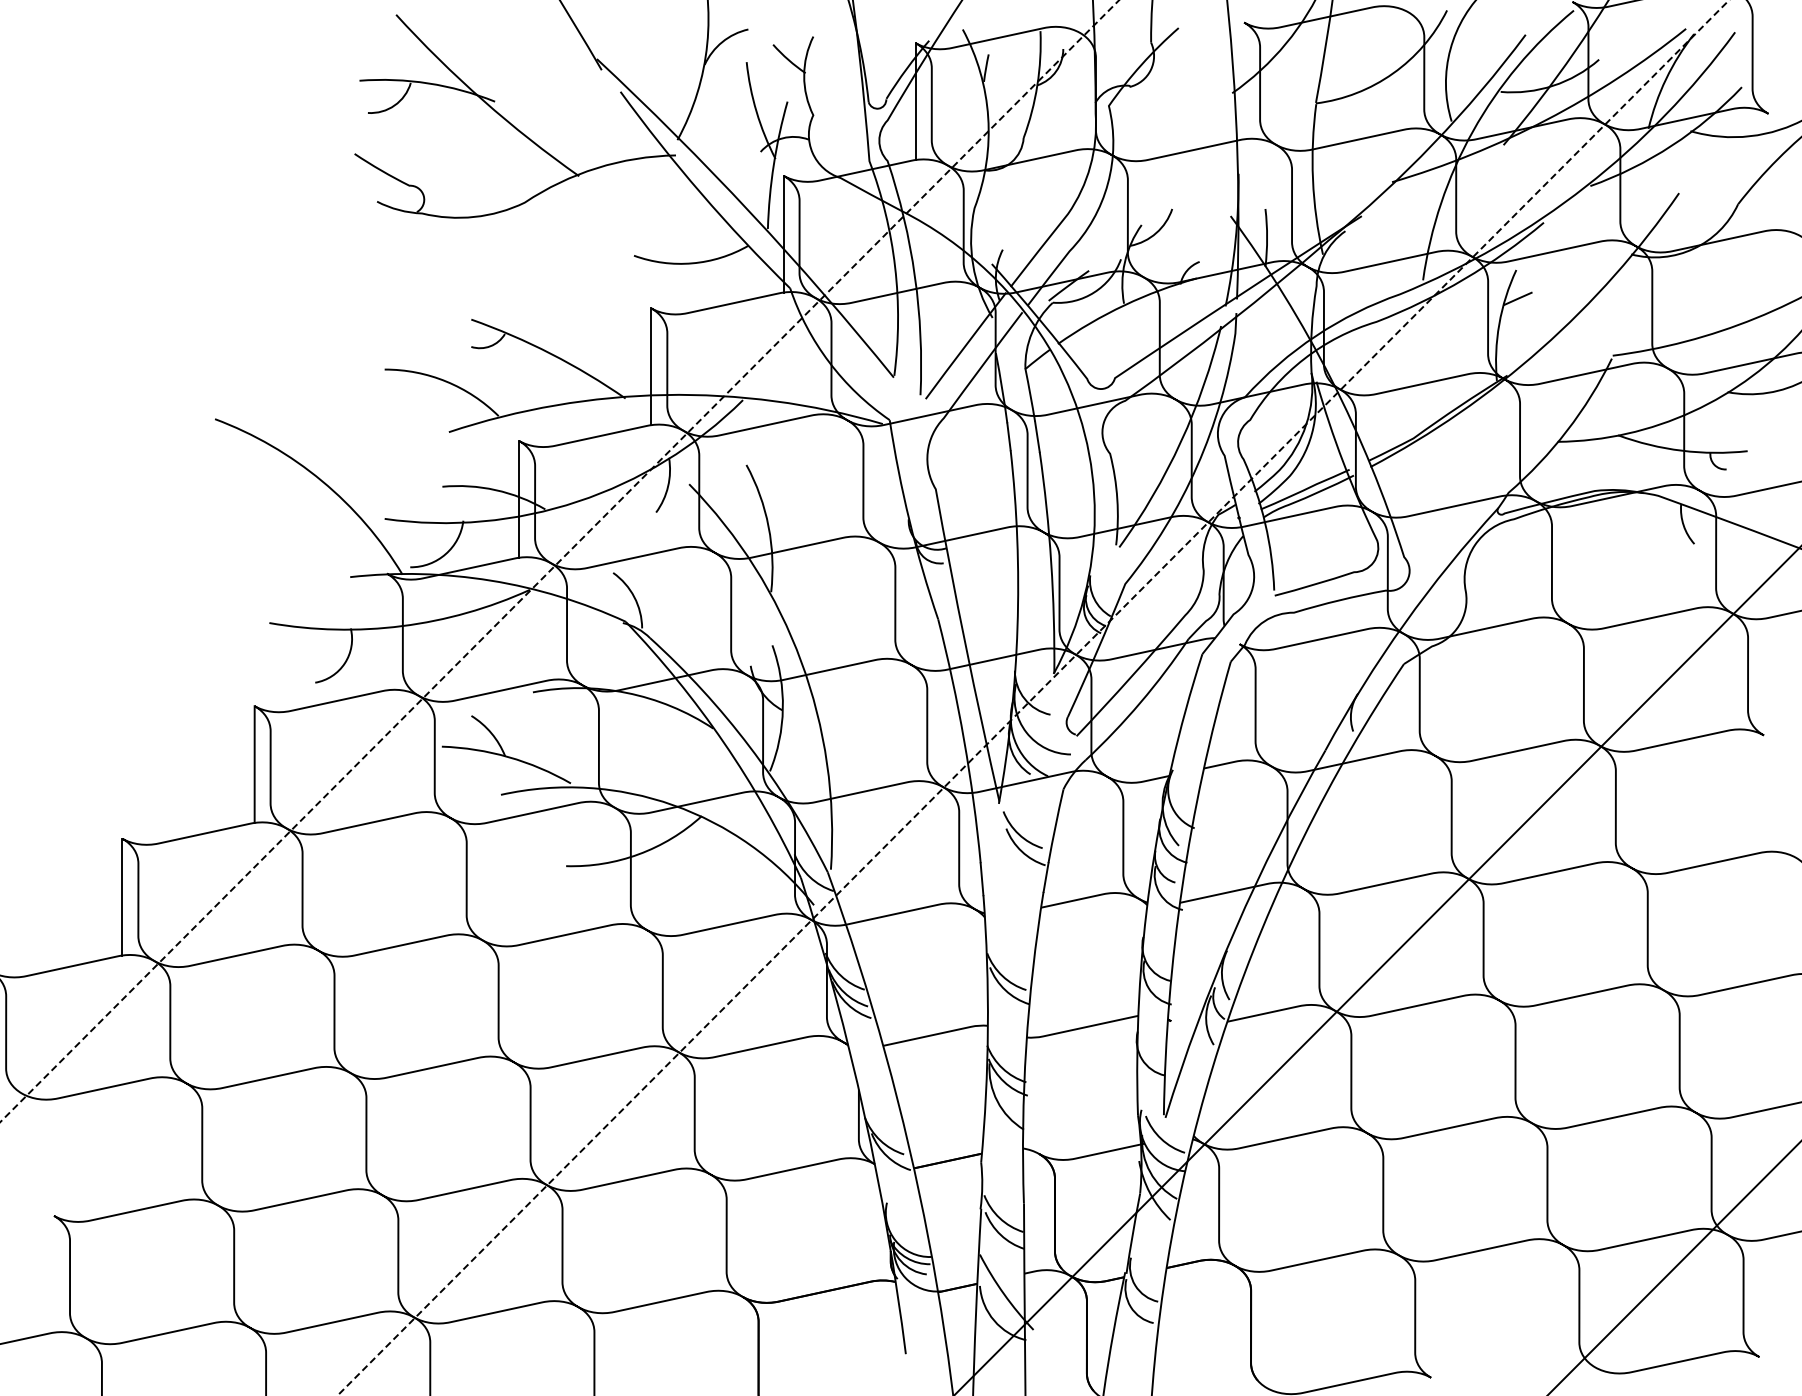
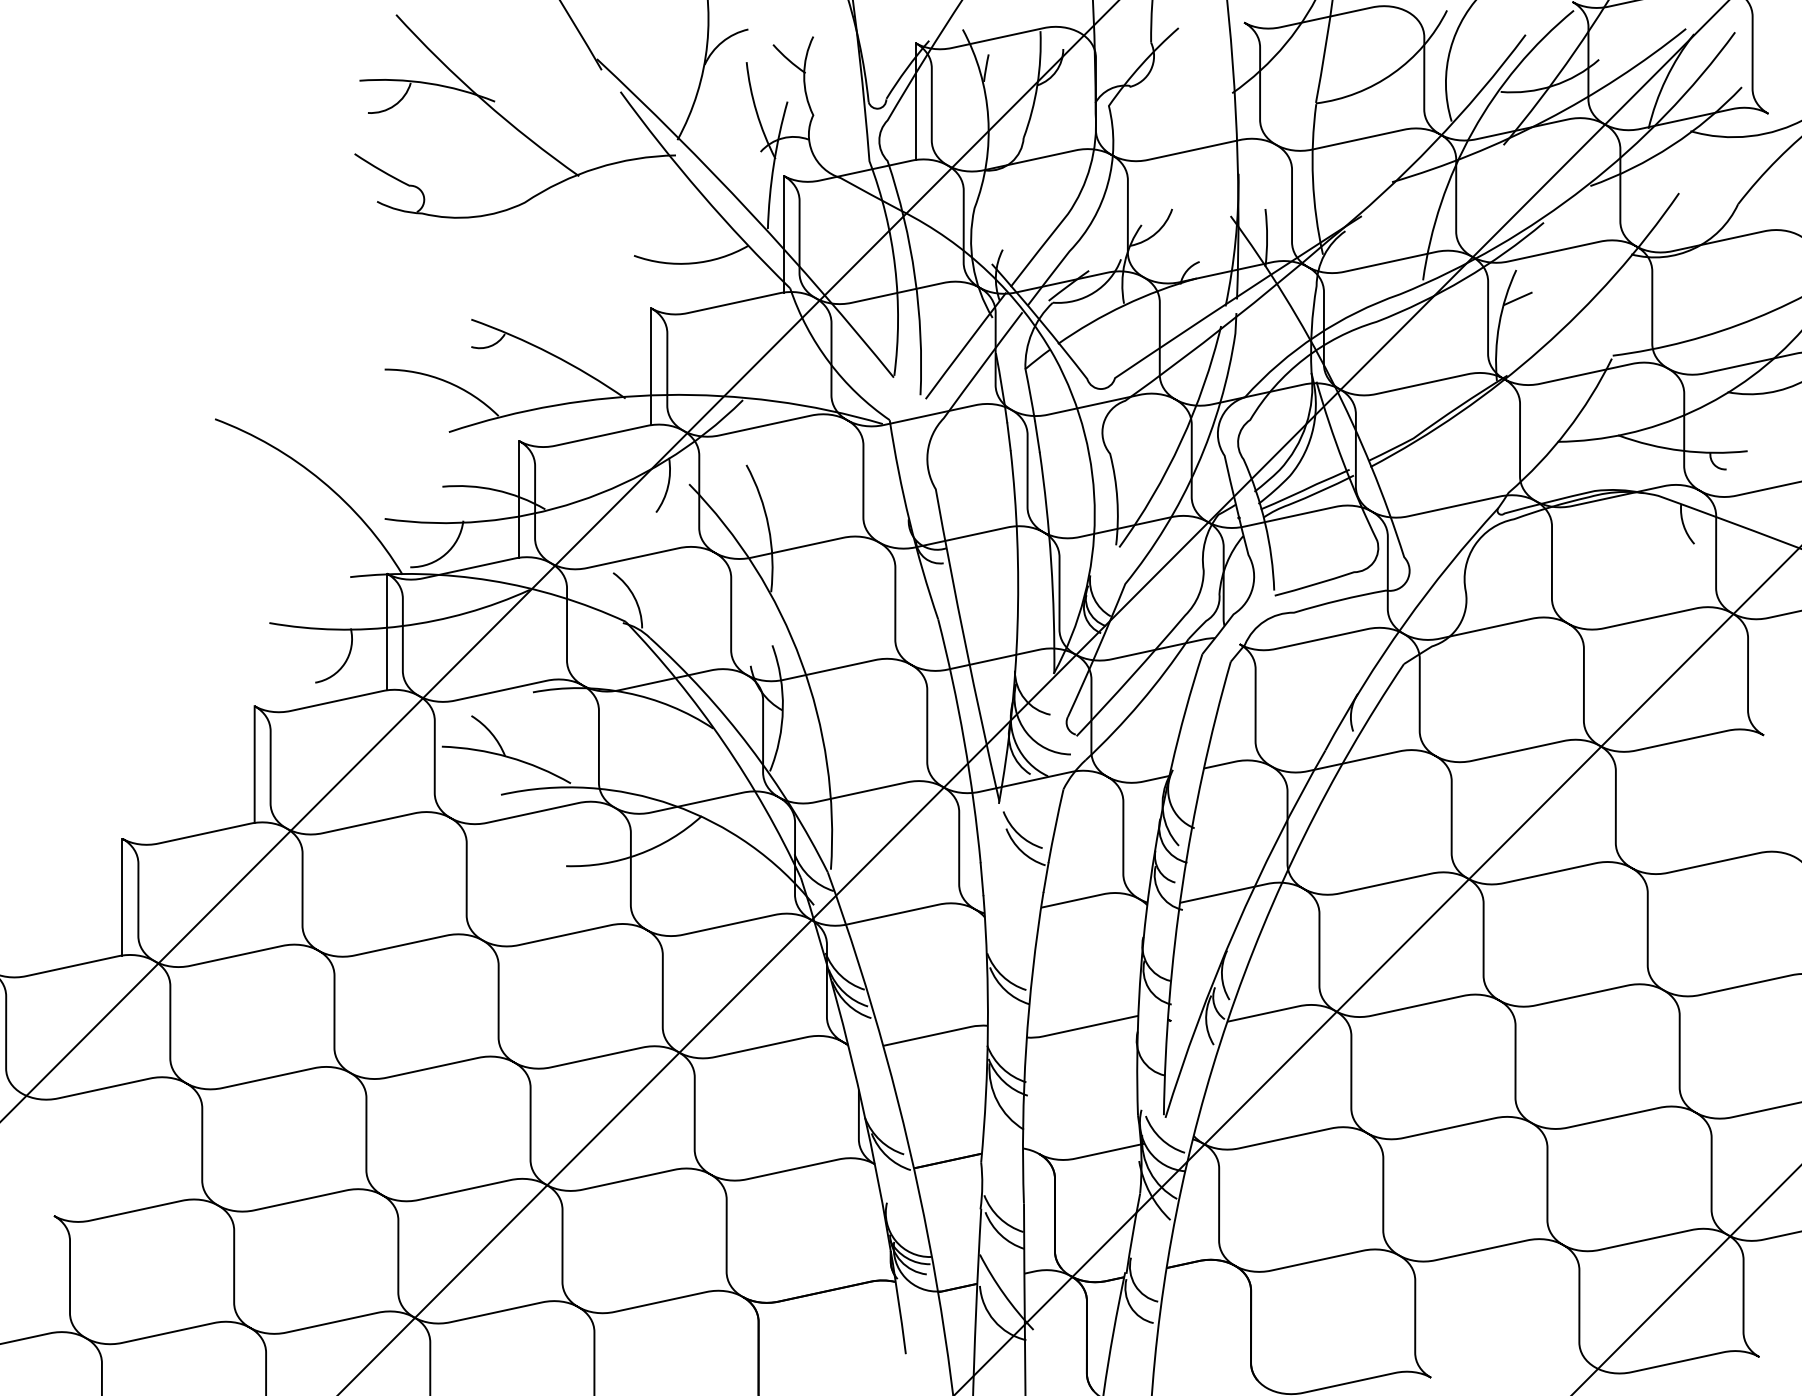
line at (559, 561): dashed -> solid
line at (386, 631): none -> present
line at (1032, 698): dashed -> solid
line at (1674, 1267) position: (1674, 1267) -> (1686, 1279)
